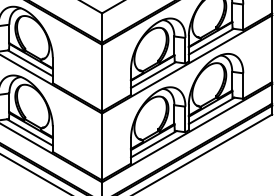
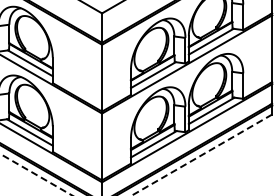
line at (201, 155): solid -> dashed
line at (37, 175): solid -> dashed
